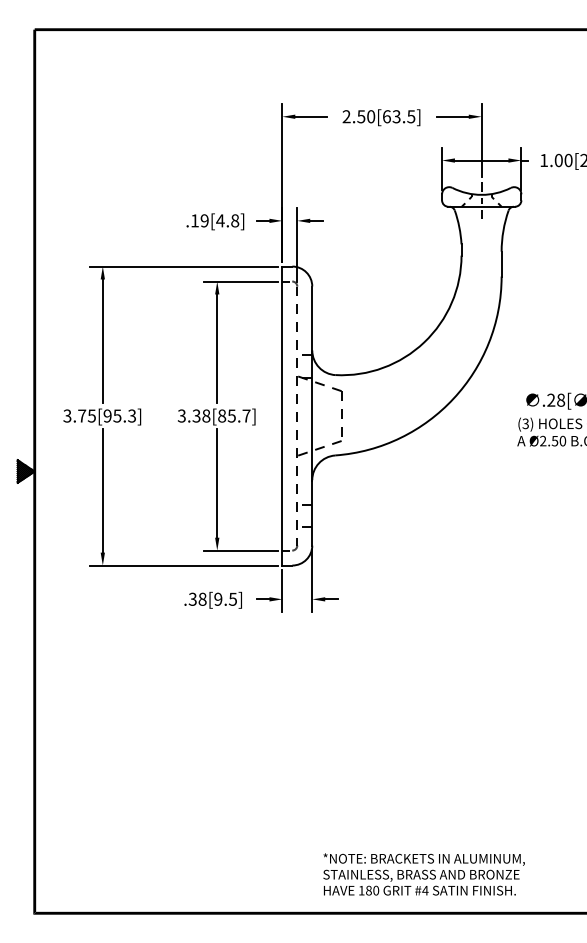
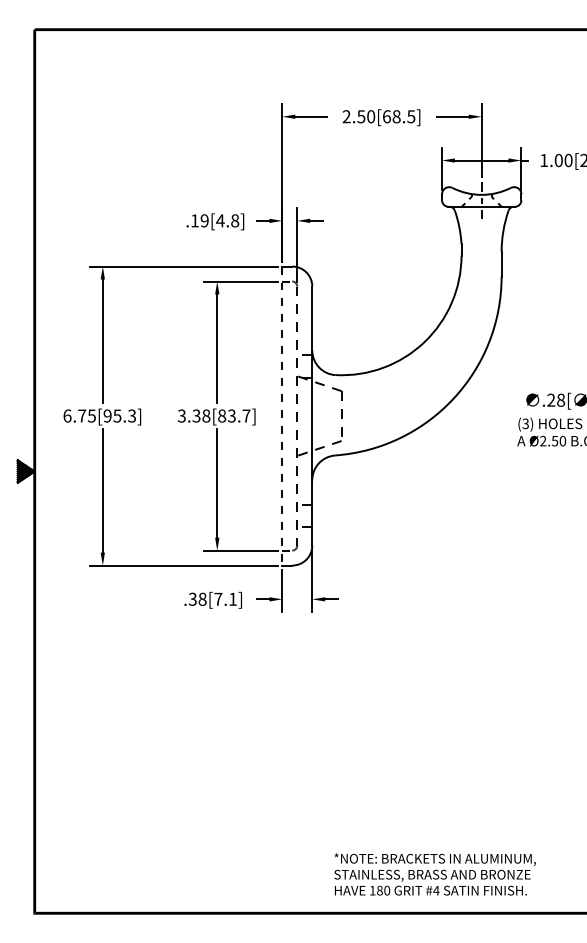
text at (396, 116): 2.50[63.5] -> 2.50[68.5]
text at (67, 415): 3.75[95.3] -> 6.75[95.3]
text at (231, 415): 3.38[85.7] -> 3.38[83.7]
line at (282, 416): solid -> dashed
text at (225, 598): .38[9.5] -> .38[7.1]
text at (423, 874) position: (423, 874) -> (434, 874)
